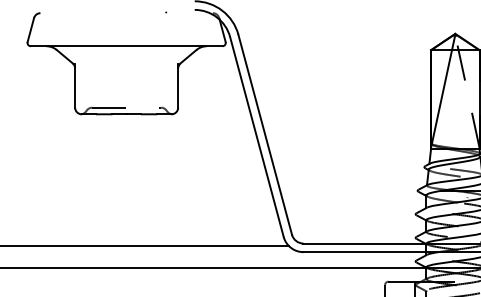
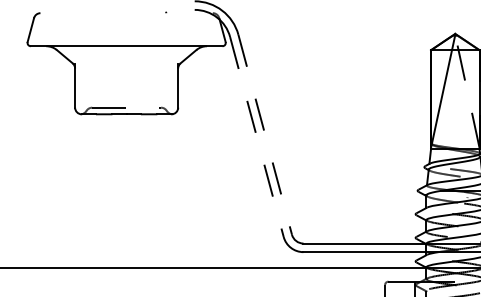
line at (265, 135): solid -> dashed
line at (257, 137): solid -> dashed
line at (145, 246): present -> none
